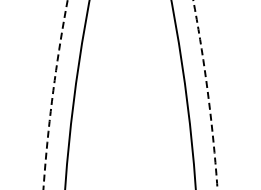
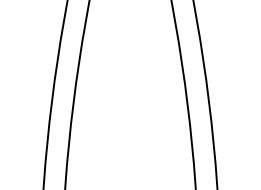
arc at (52, 95): dashed -> solid
arc at (208, 95): dashed -> solid
